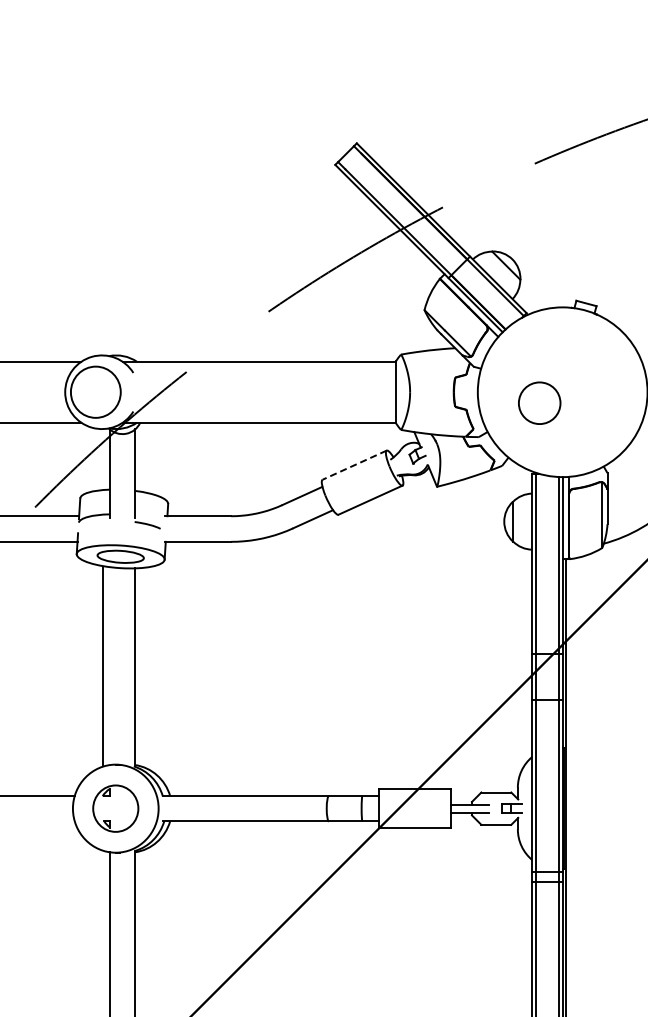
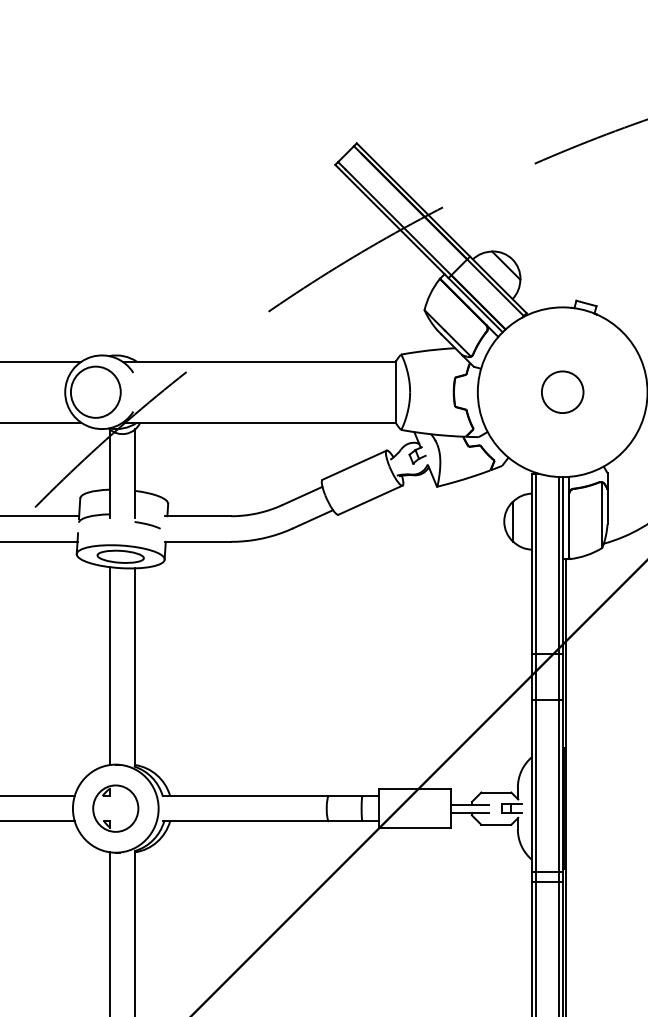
circle at (539, 402) position: (539, 402) -> (562, 391)
line at (354, 465): dashed -> solid
line at (102, 666) position: (102, 666) -> (109, 666)
line at (38, 821): none -> present
